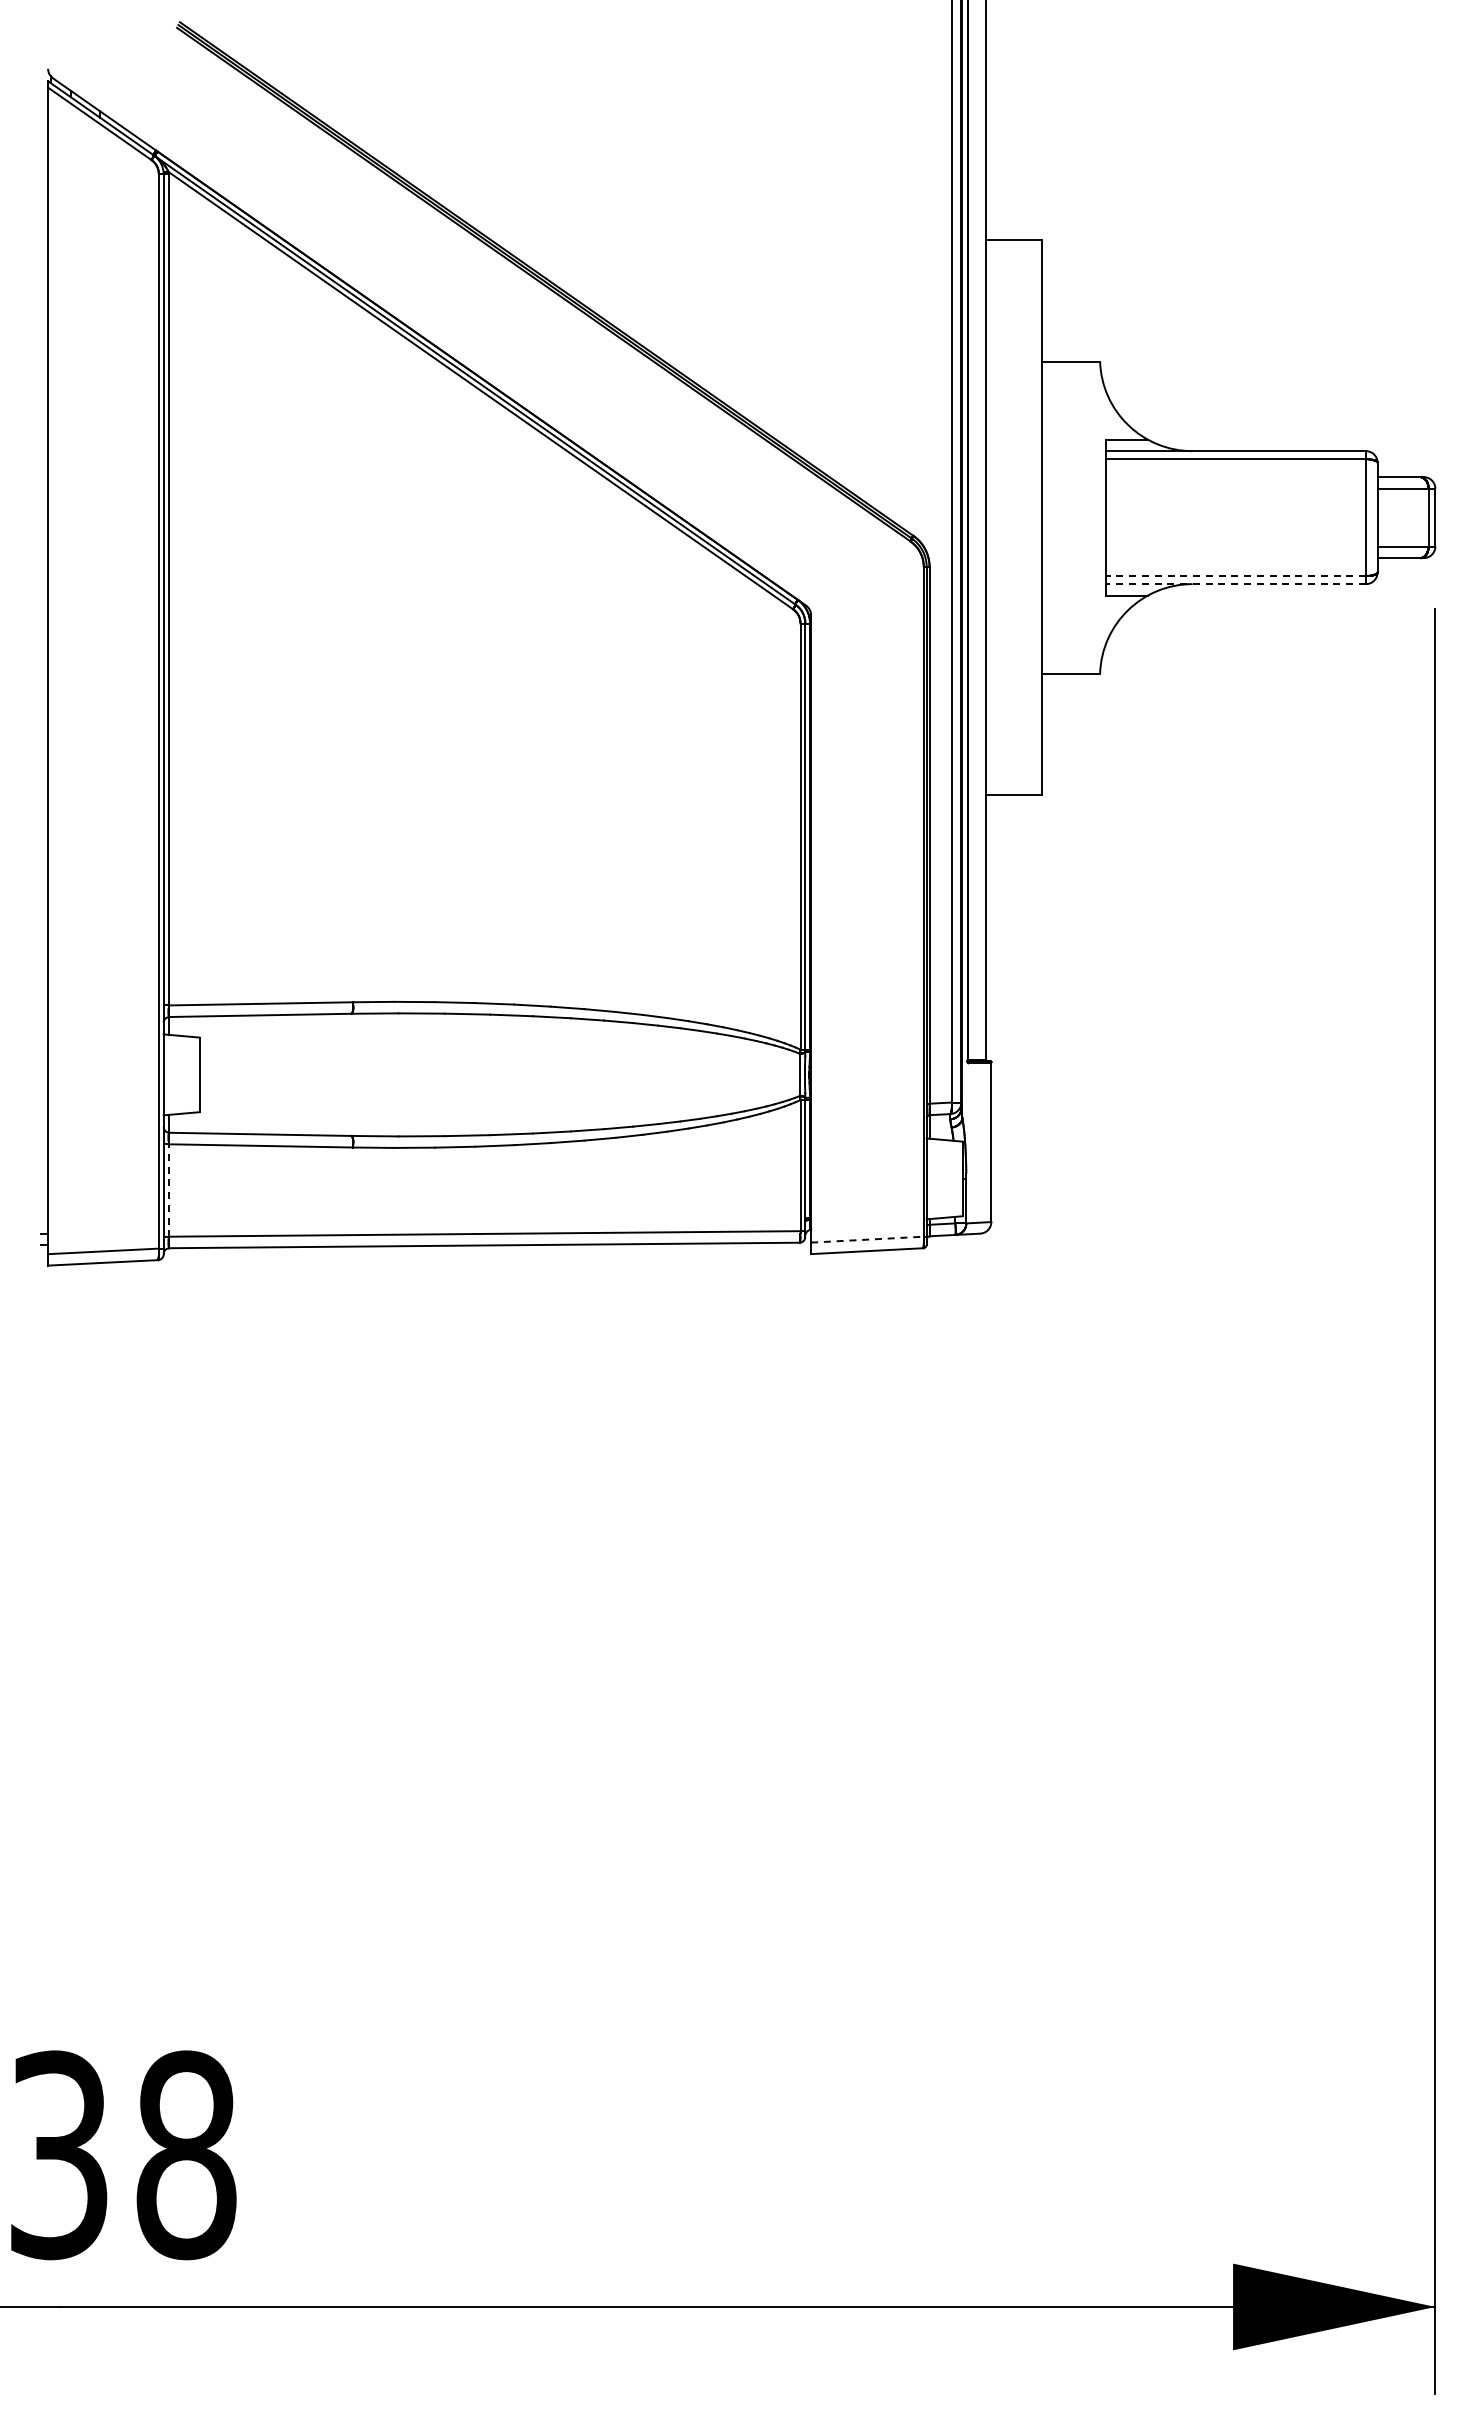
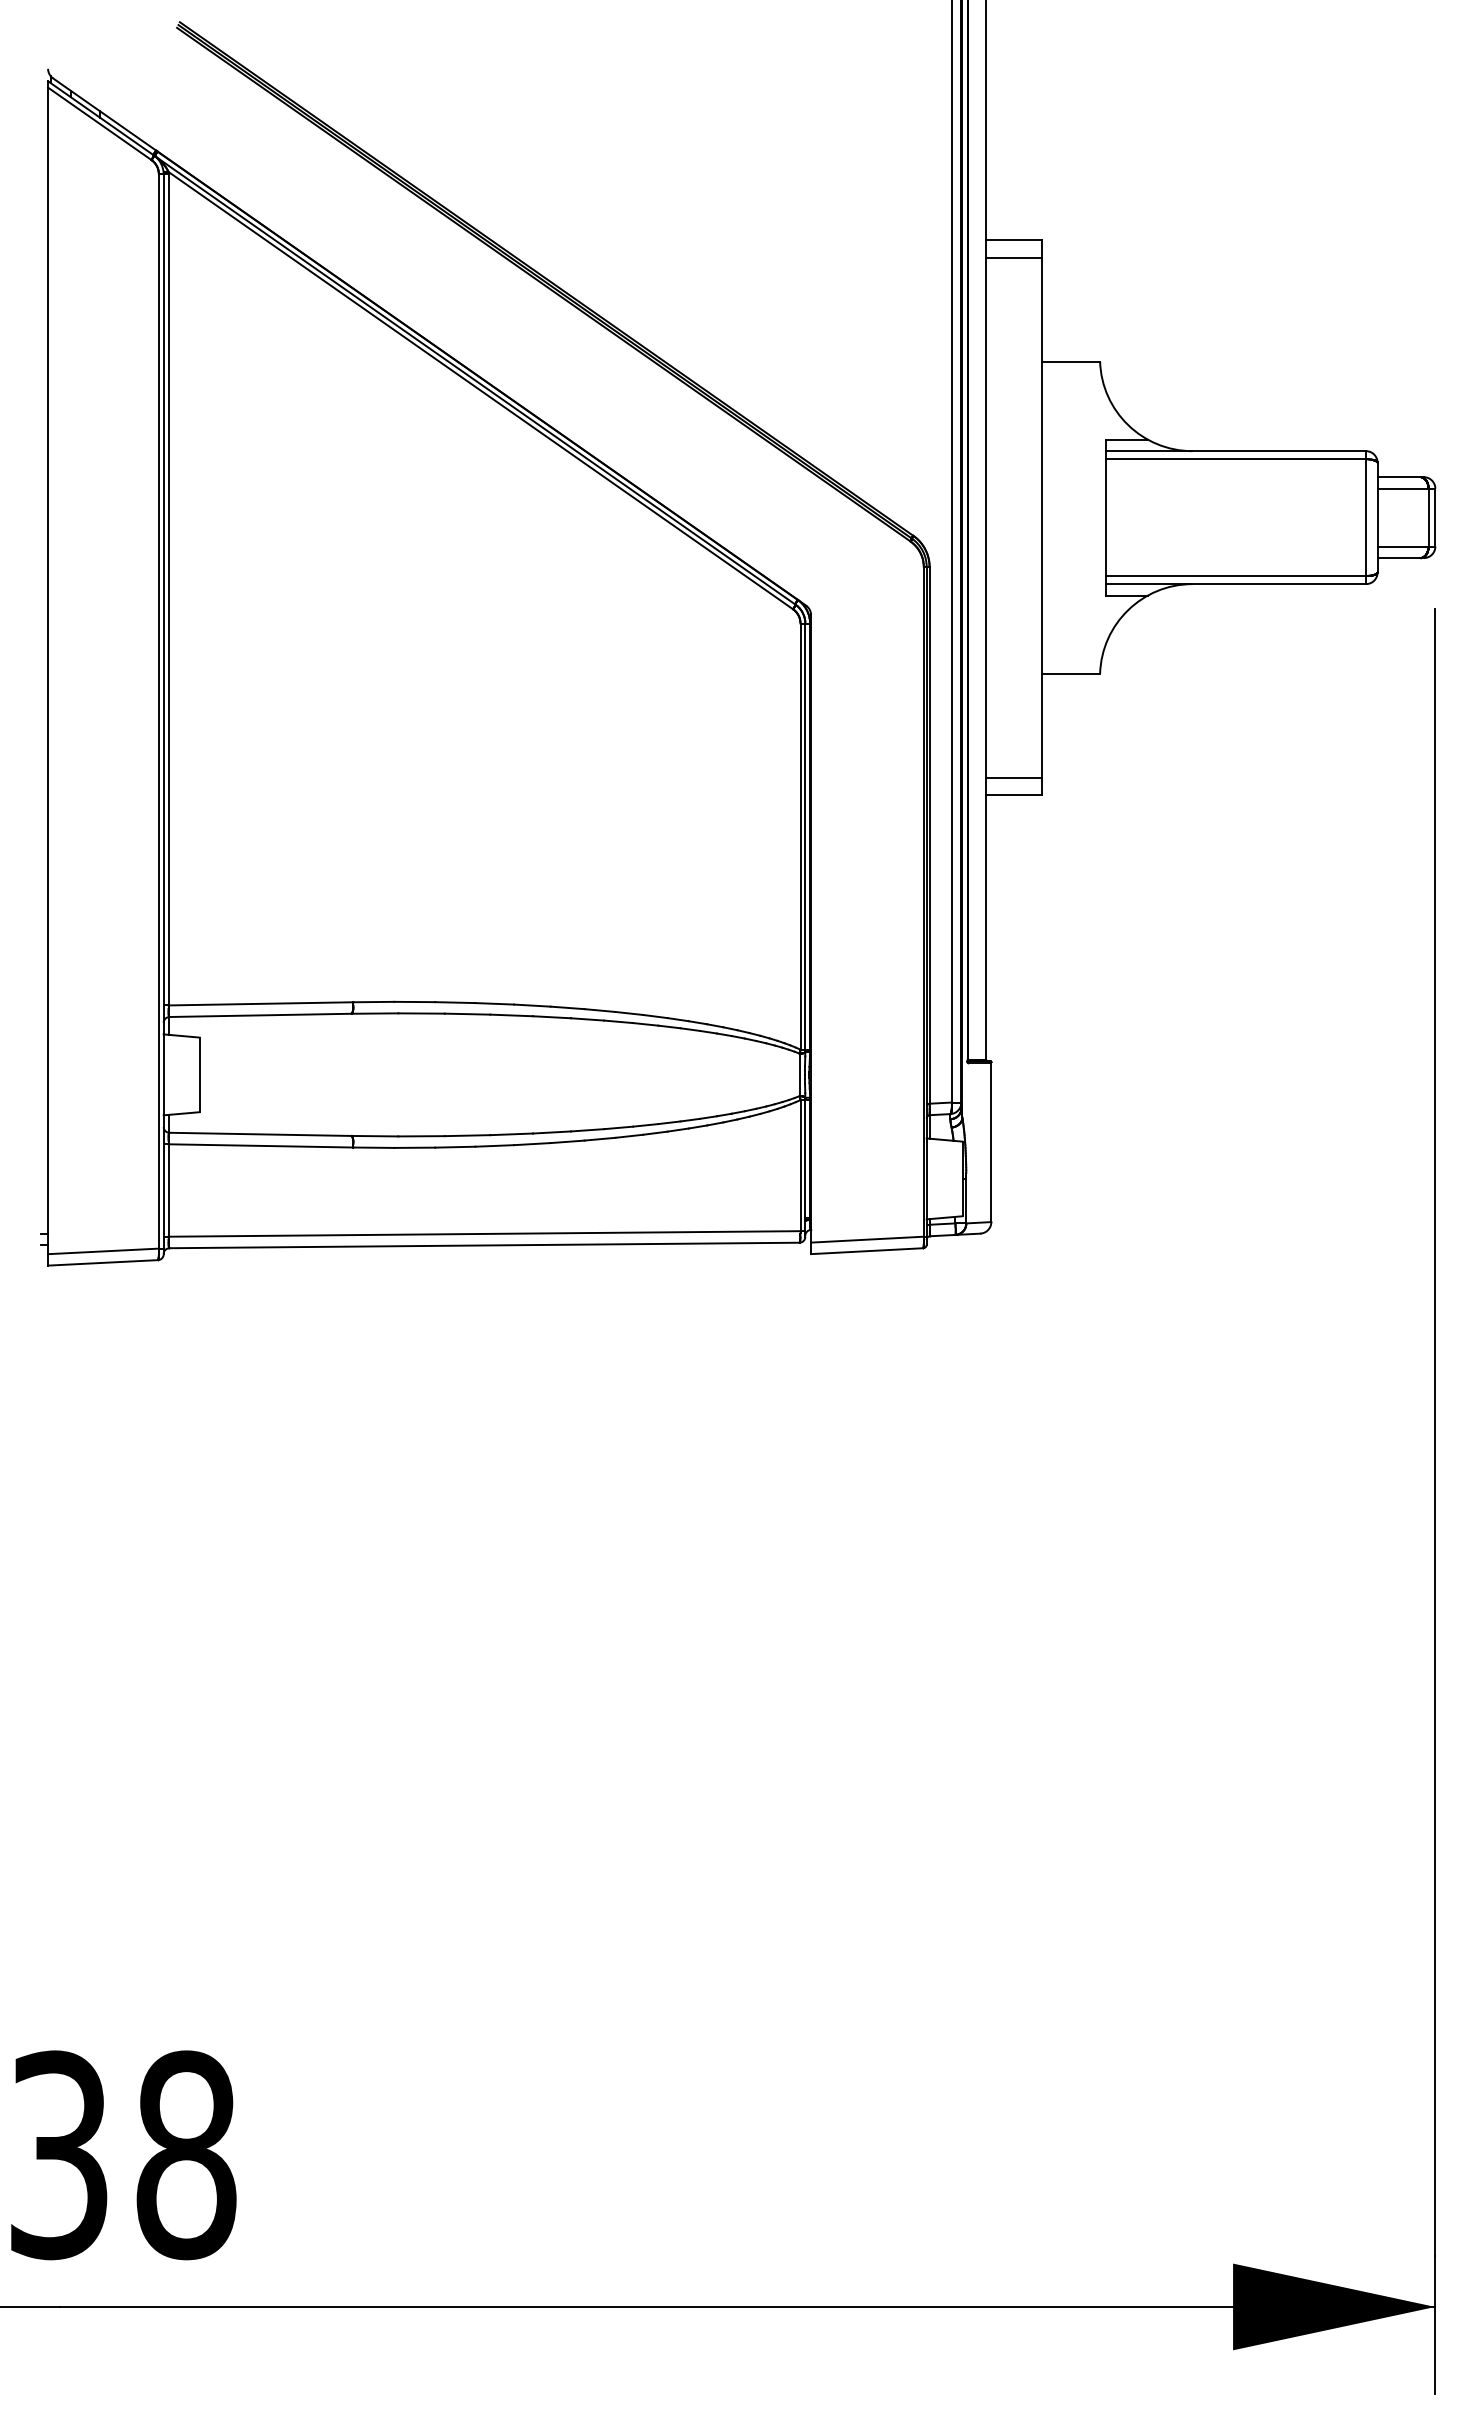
line at (1013, 257): none -> present
line at (1235, 576): dashed -> solid
line at (1235, 584): dashed -> solid
line at (1013, 777): none -> present
line at (168, 1190): dashed -> solid
line at (867, 1239): dashed -> solid
